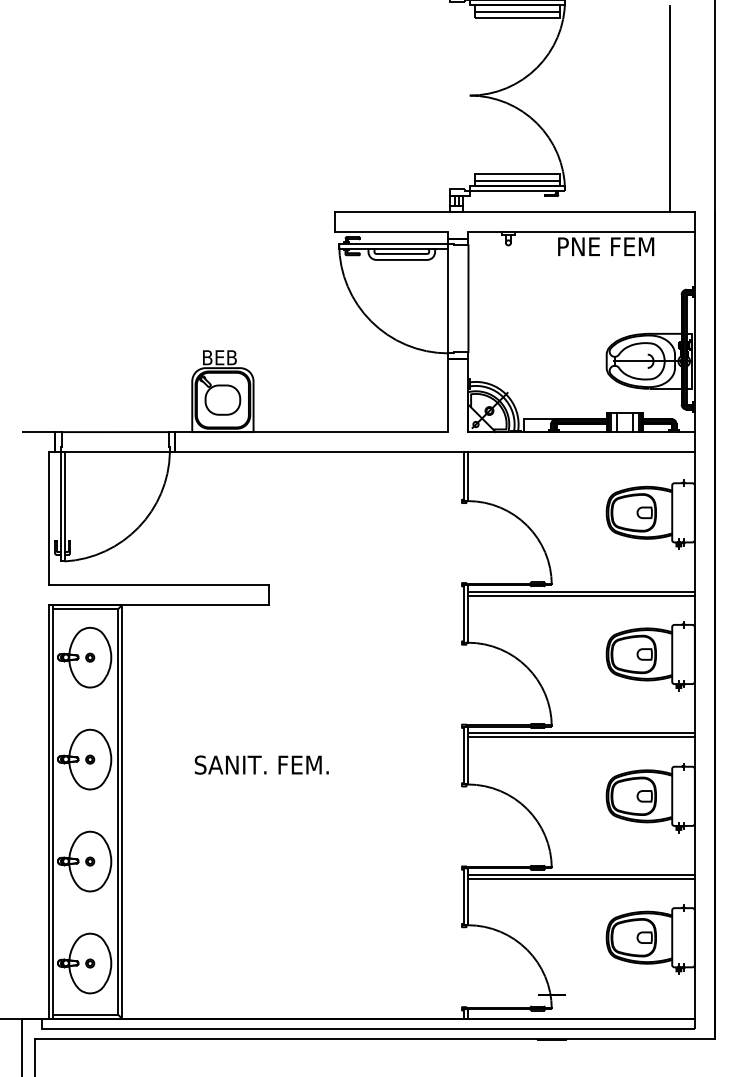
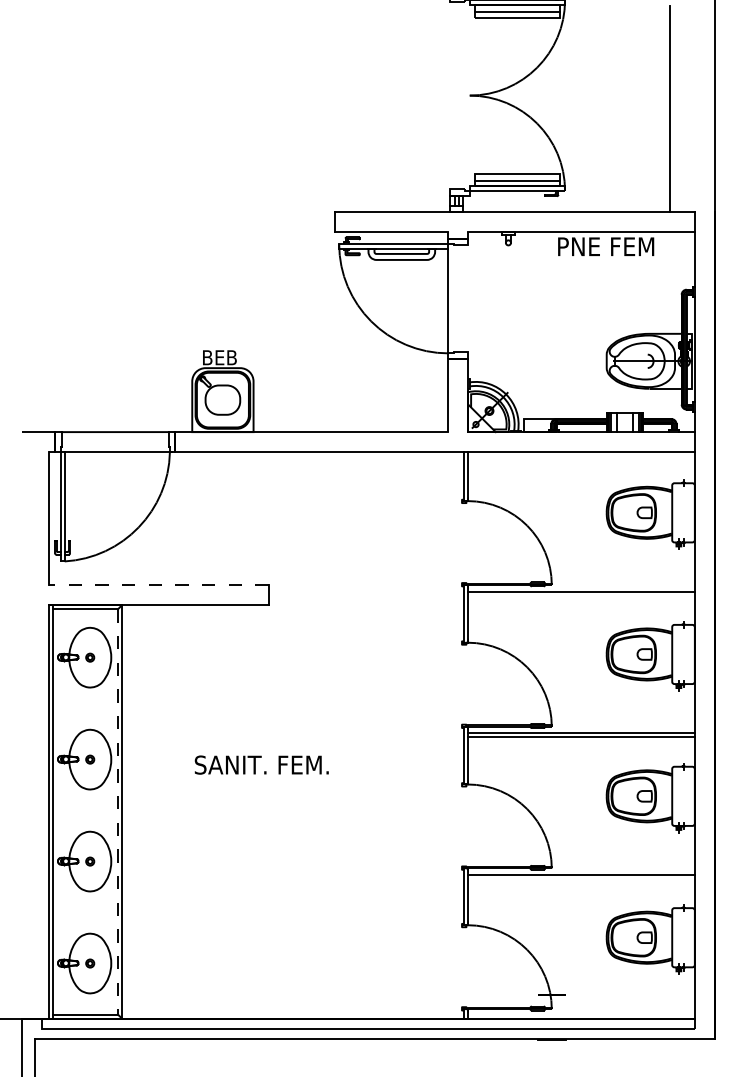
line at (468, 298): present -> none
line at (158, 585): solid -> dashed
line at (581, 595): present -> none
line at (117, 811): solid -> dashed
line at (581, 879): present -> none
